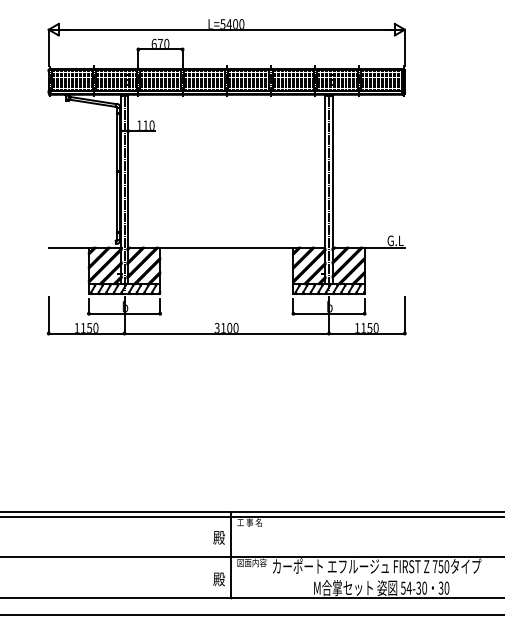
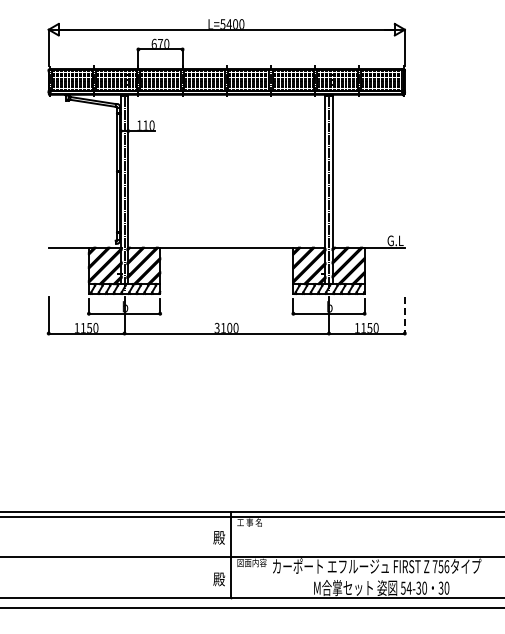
line at (404, 315): solid -> dashed
text at (446, 566): 750 -> 756
line at (251, 614) position: (251, 614) -> (251, 607)
